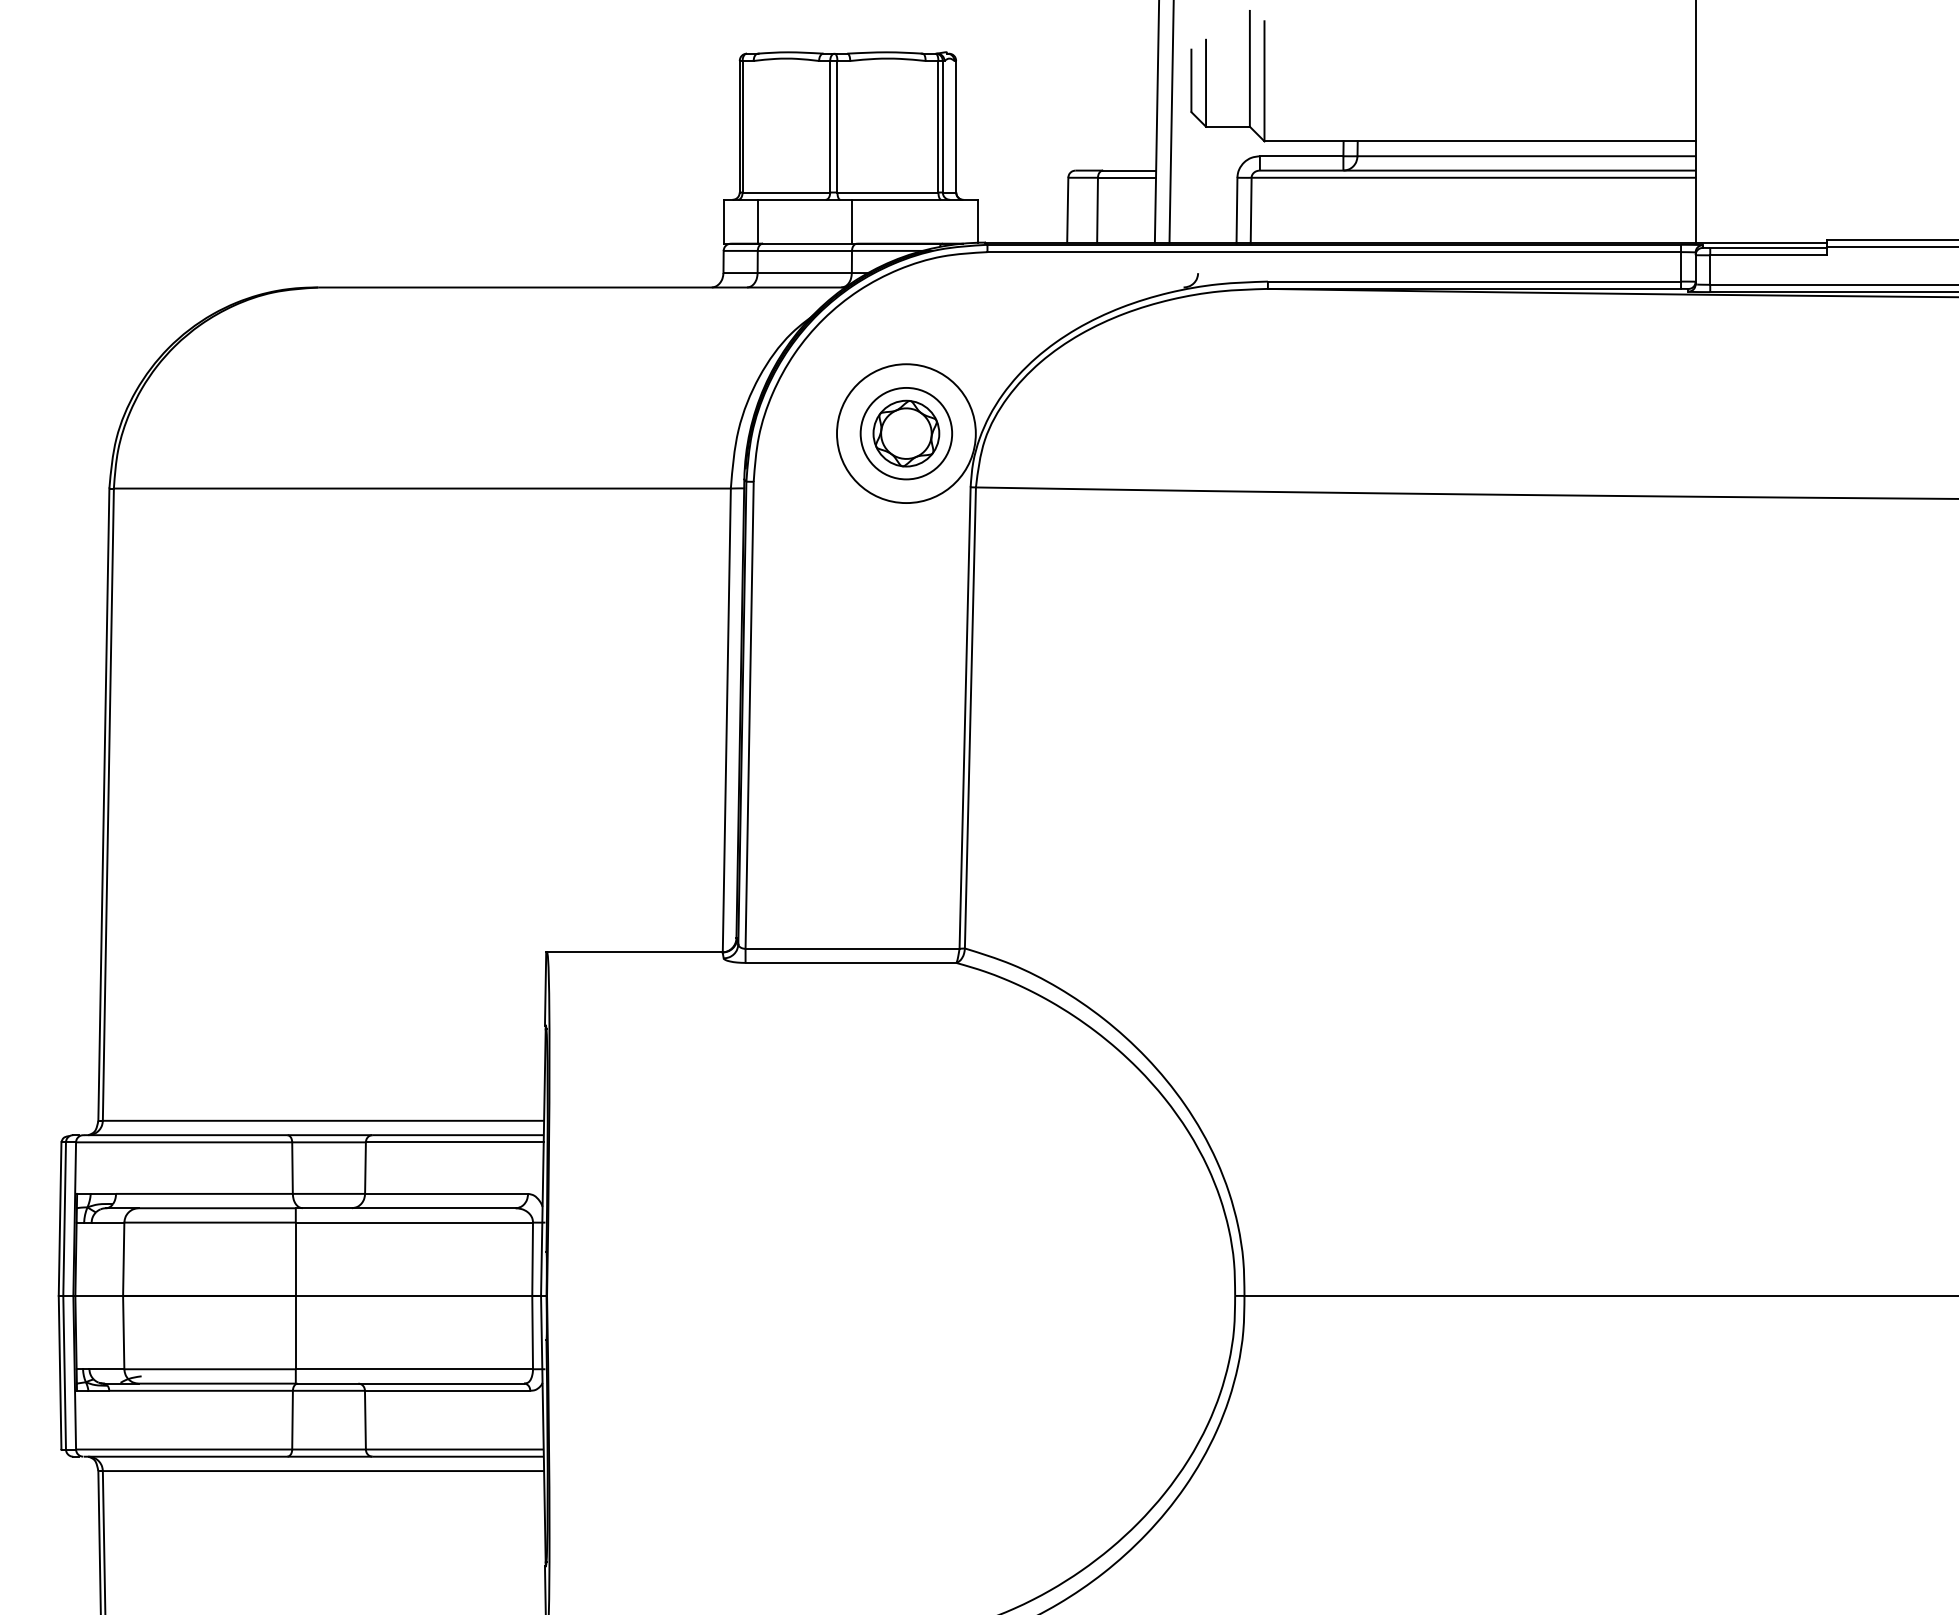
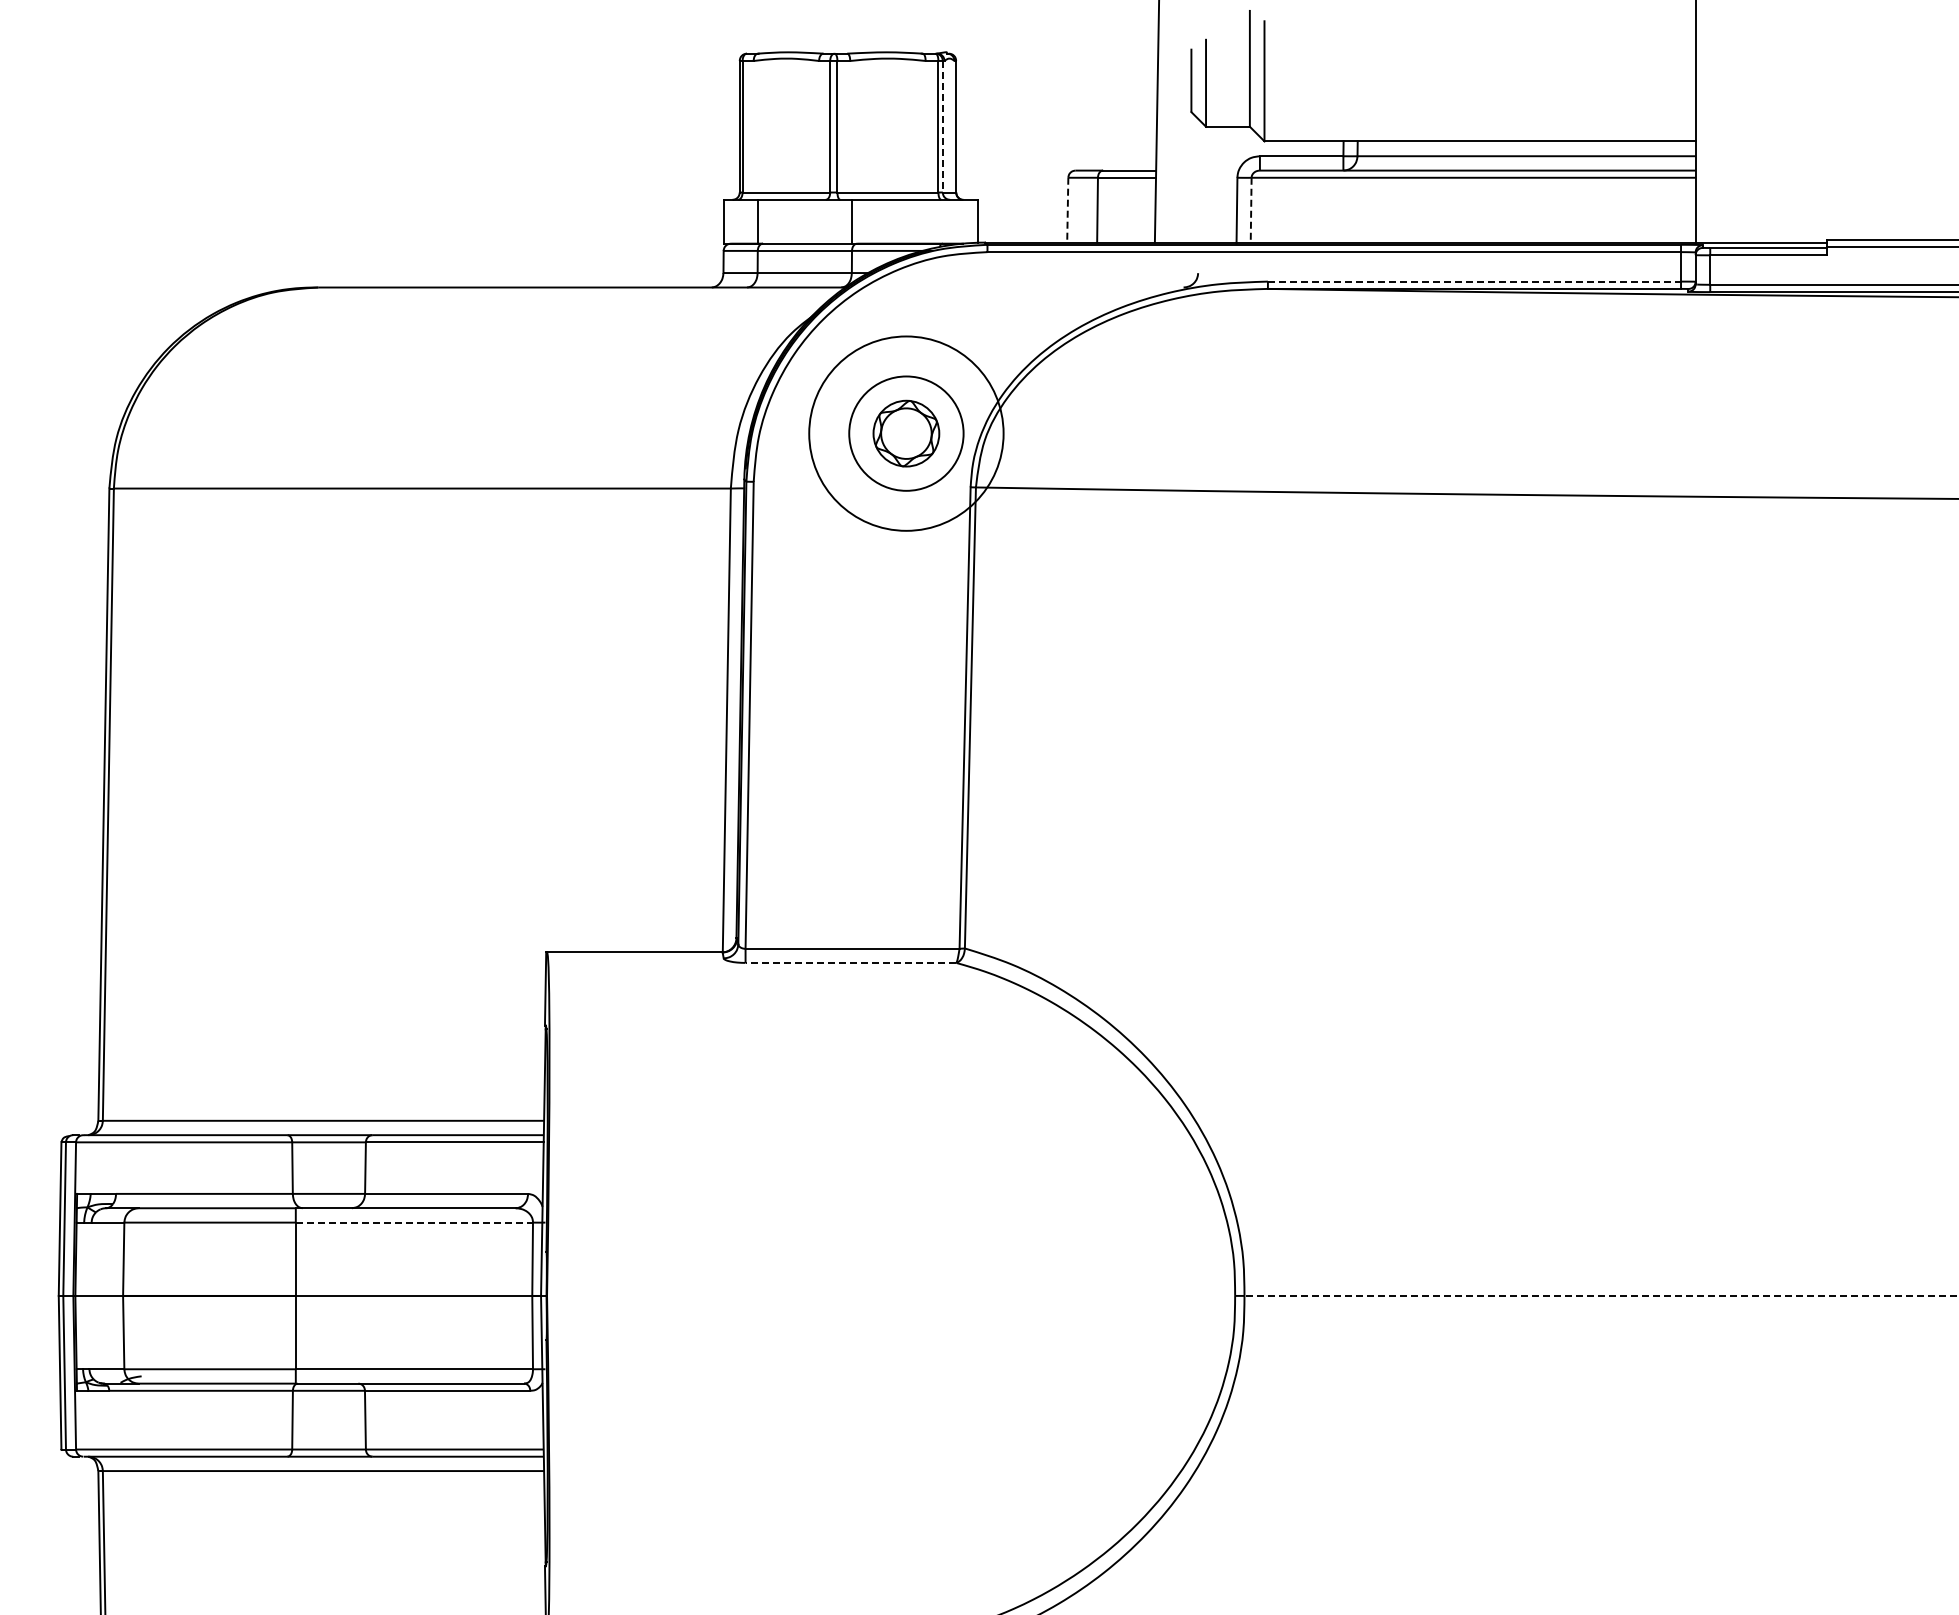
line at (1171, 122): present -> none
line at (942, 126): solid -> dashed
line at (1067, 210): solid -> dashed
line at (1251, 210): solid -> dashed
line at (1474, 281): solid -> dashed
circle at (906, 433) diameter: 139 px -> 194 px
circle at (906, 433) diameter: 91 px -> 114 px
line at (850, 962): solid -> dashed
line at (414, 1222): solid -> dashed
line at (1601, 1295): solid -> dashed
